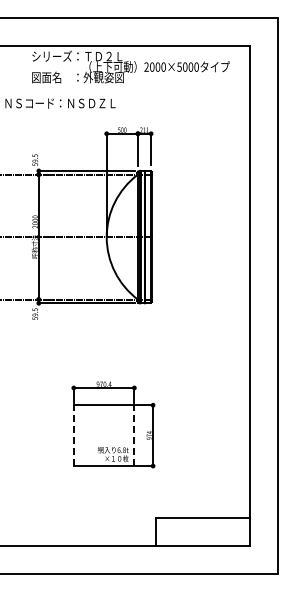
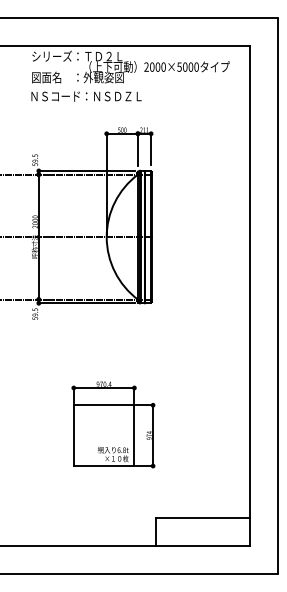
text at (60, 103) position: (60, 103) -> (86, 96)
line at (73, 435): dashed -> solid
line at (134, 435): dashed -> solid
